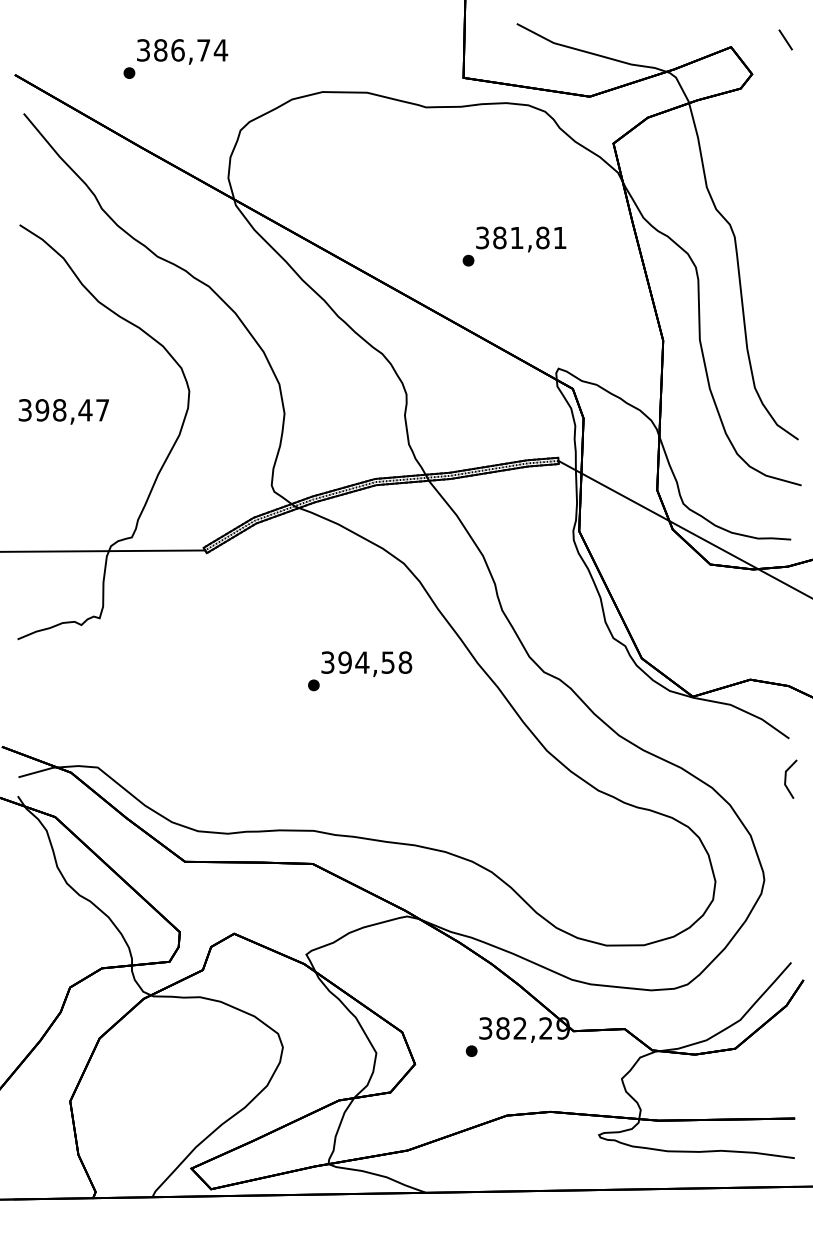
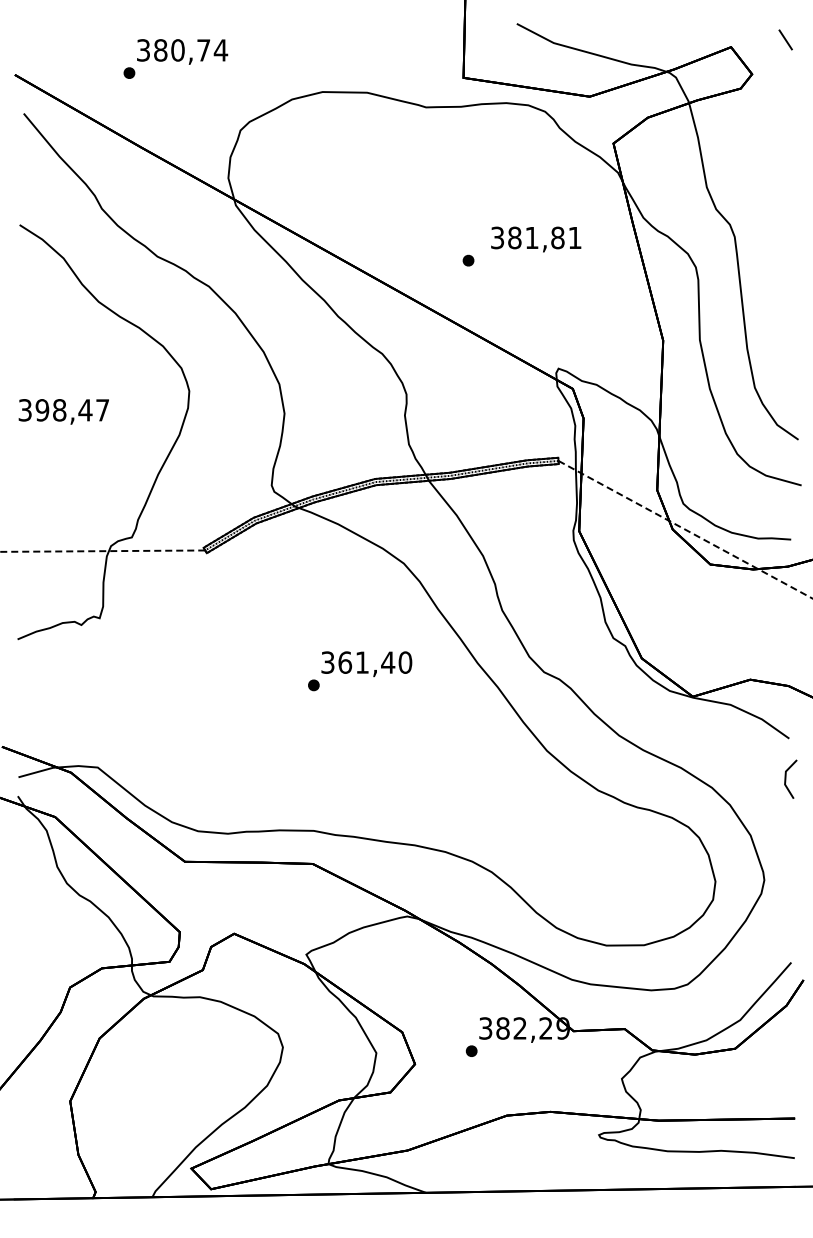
text at (177, 50): 386,74 -> 380,74
text at (521, 239) position: (521, 239) -> (536, 239)
line at (685, 529): solid -> dashed
line at (102, 551): solid -> dashed
text at (375, 662): 394,58 -> 361,40
